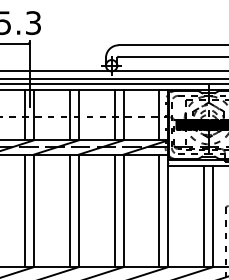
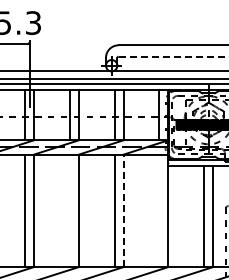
line at (174, 56): solid -> dashed
line at (69, 210): present -> none
line at (123, 210): solid -> dashed
line at (159, 210): present -> none
